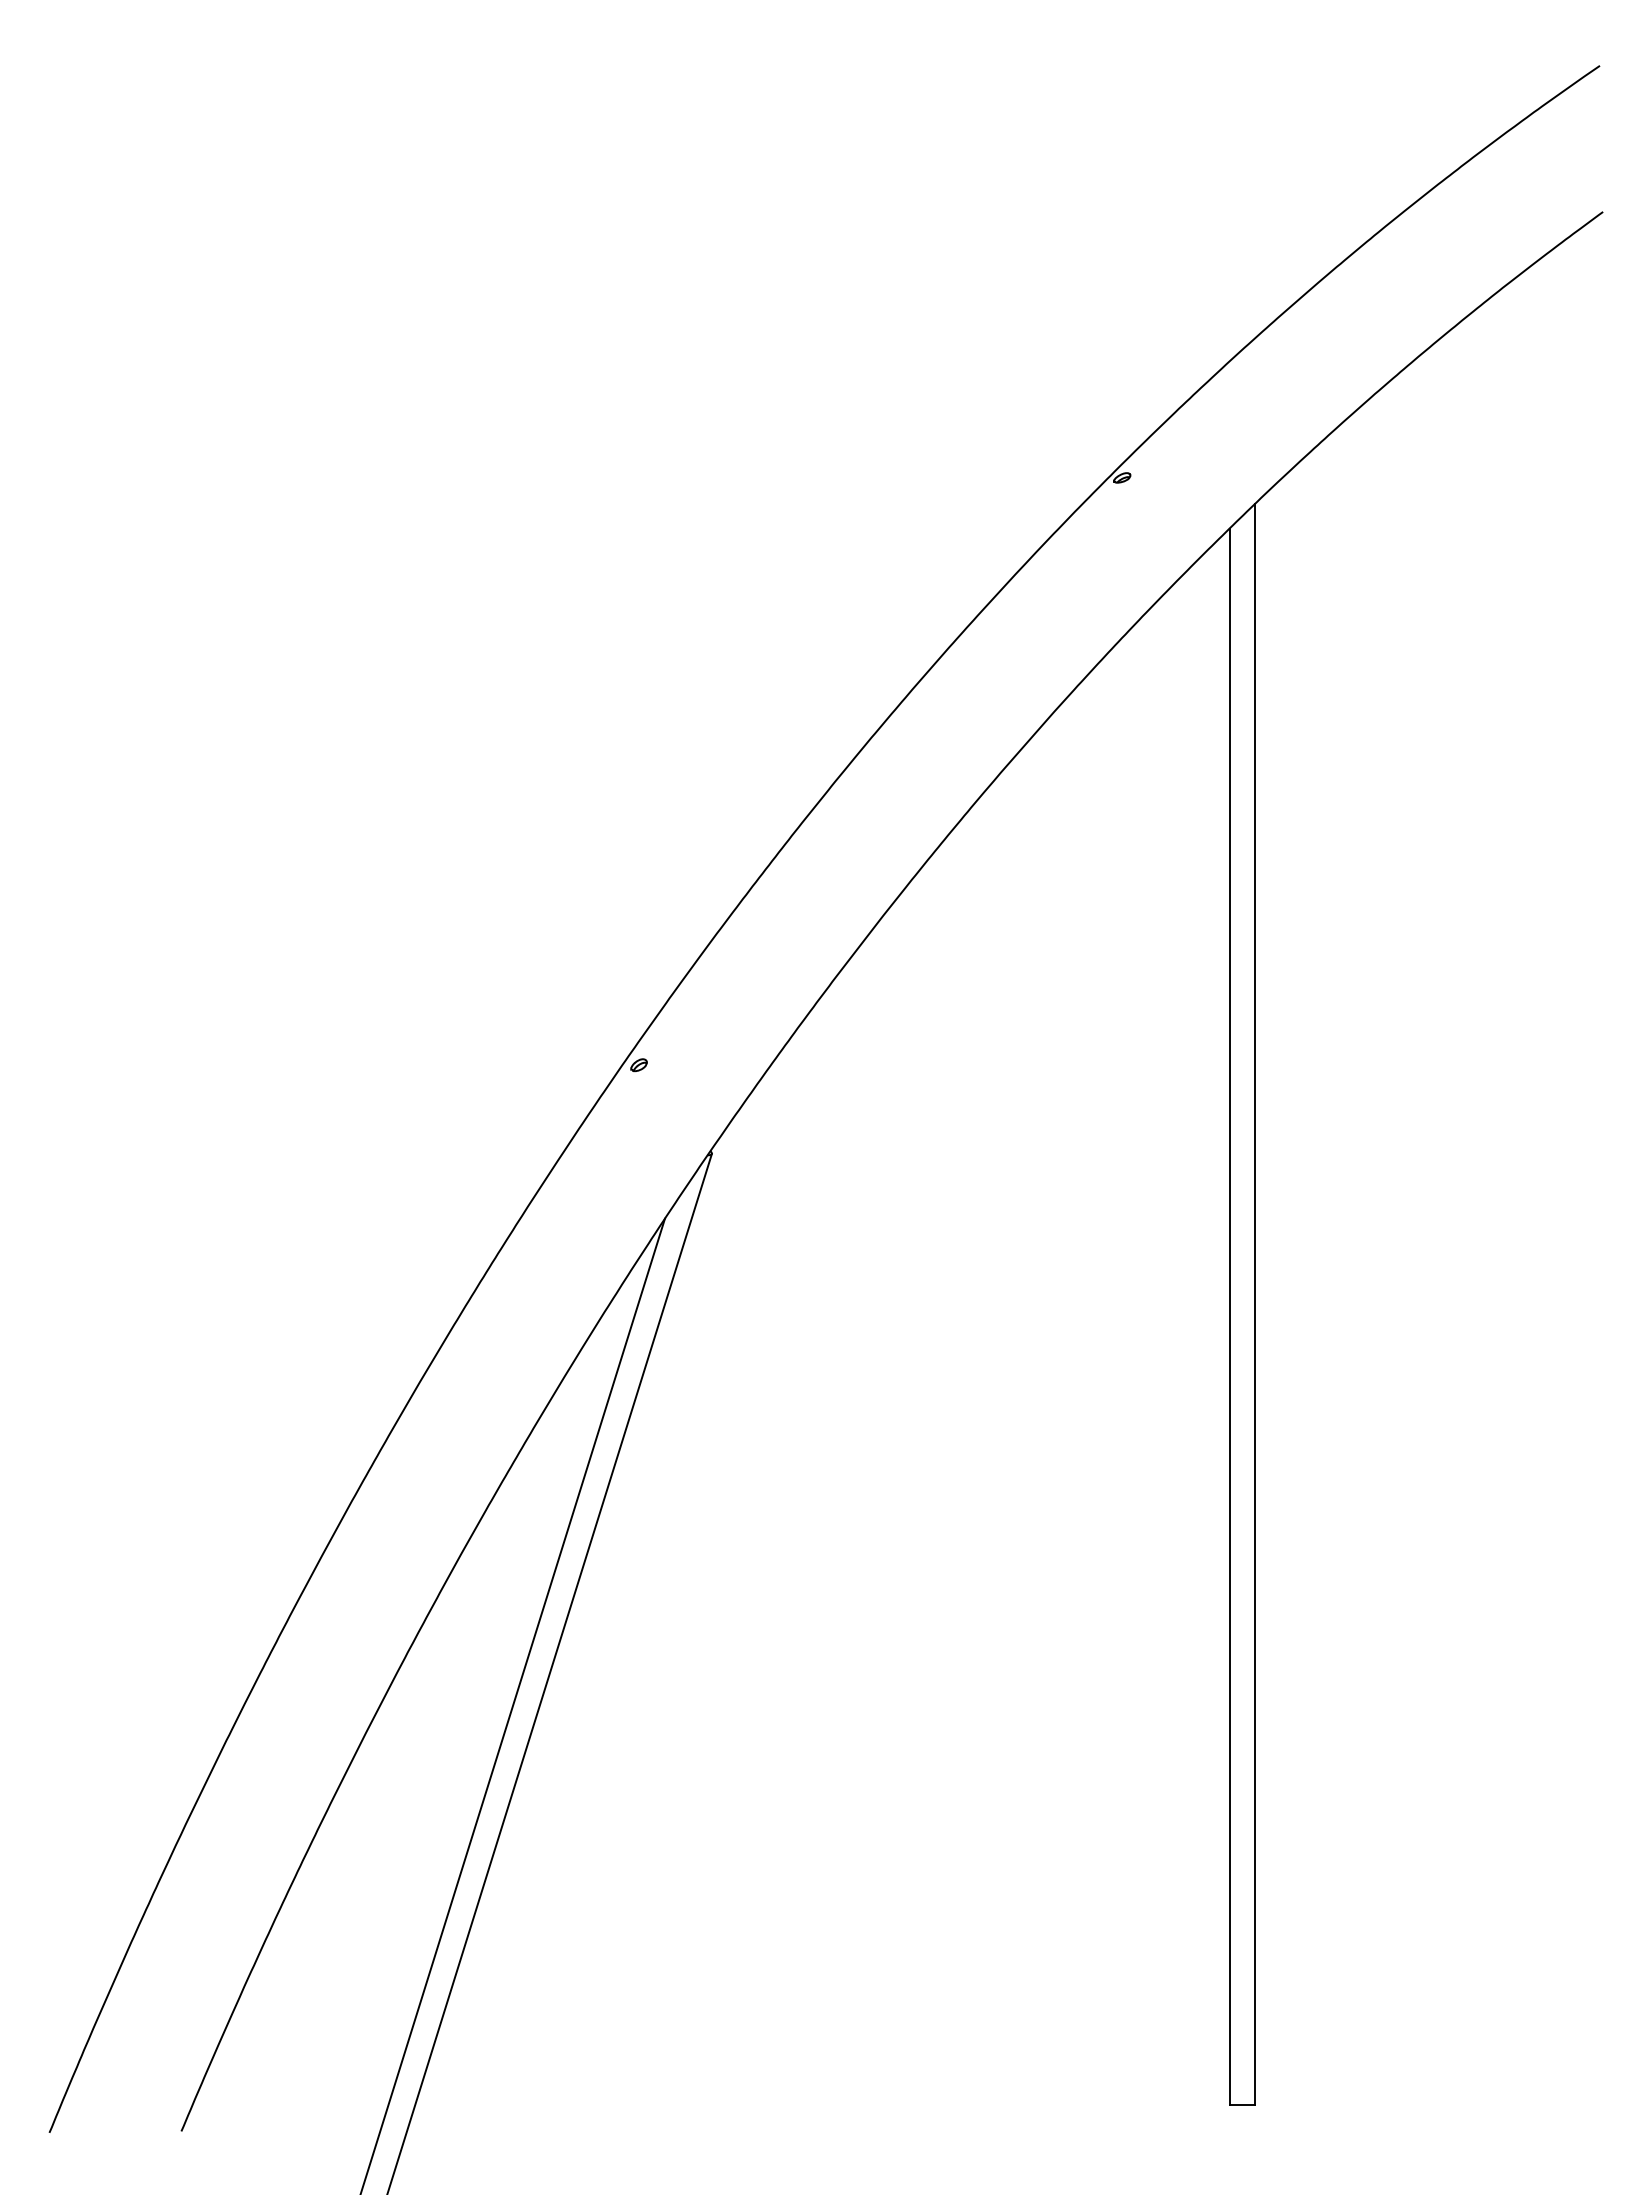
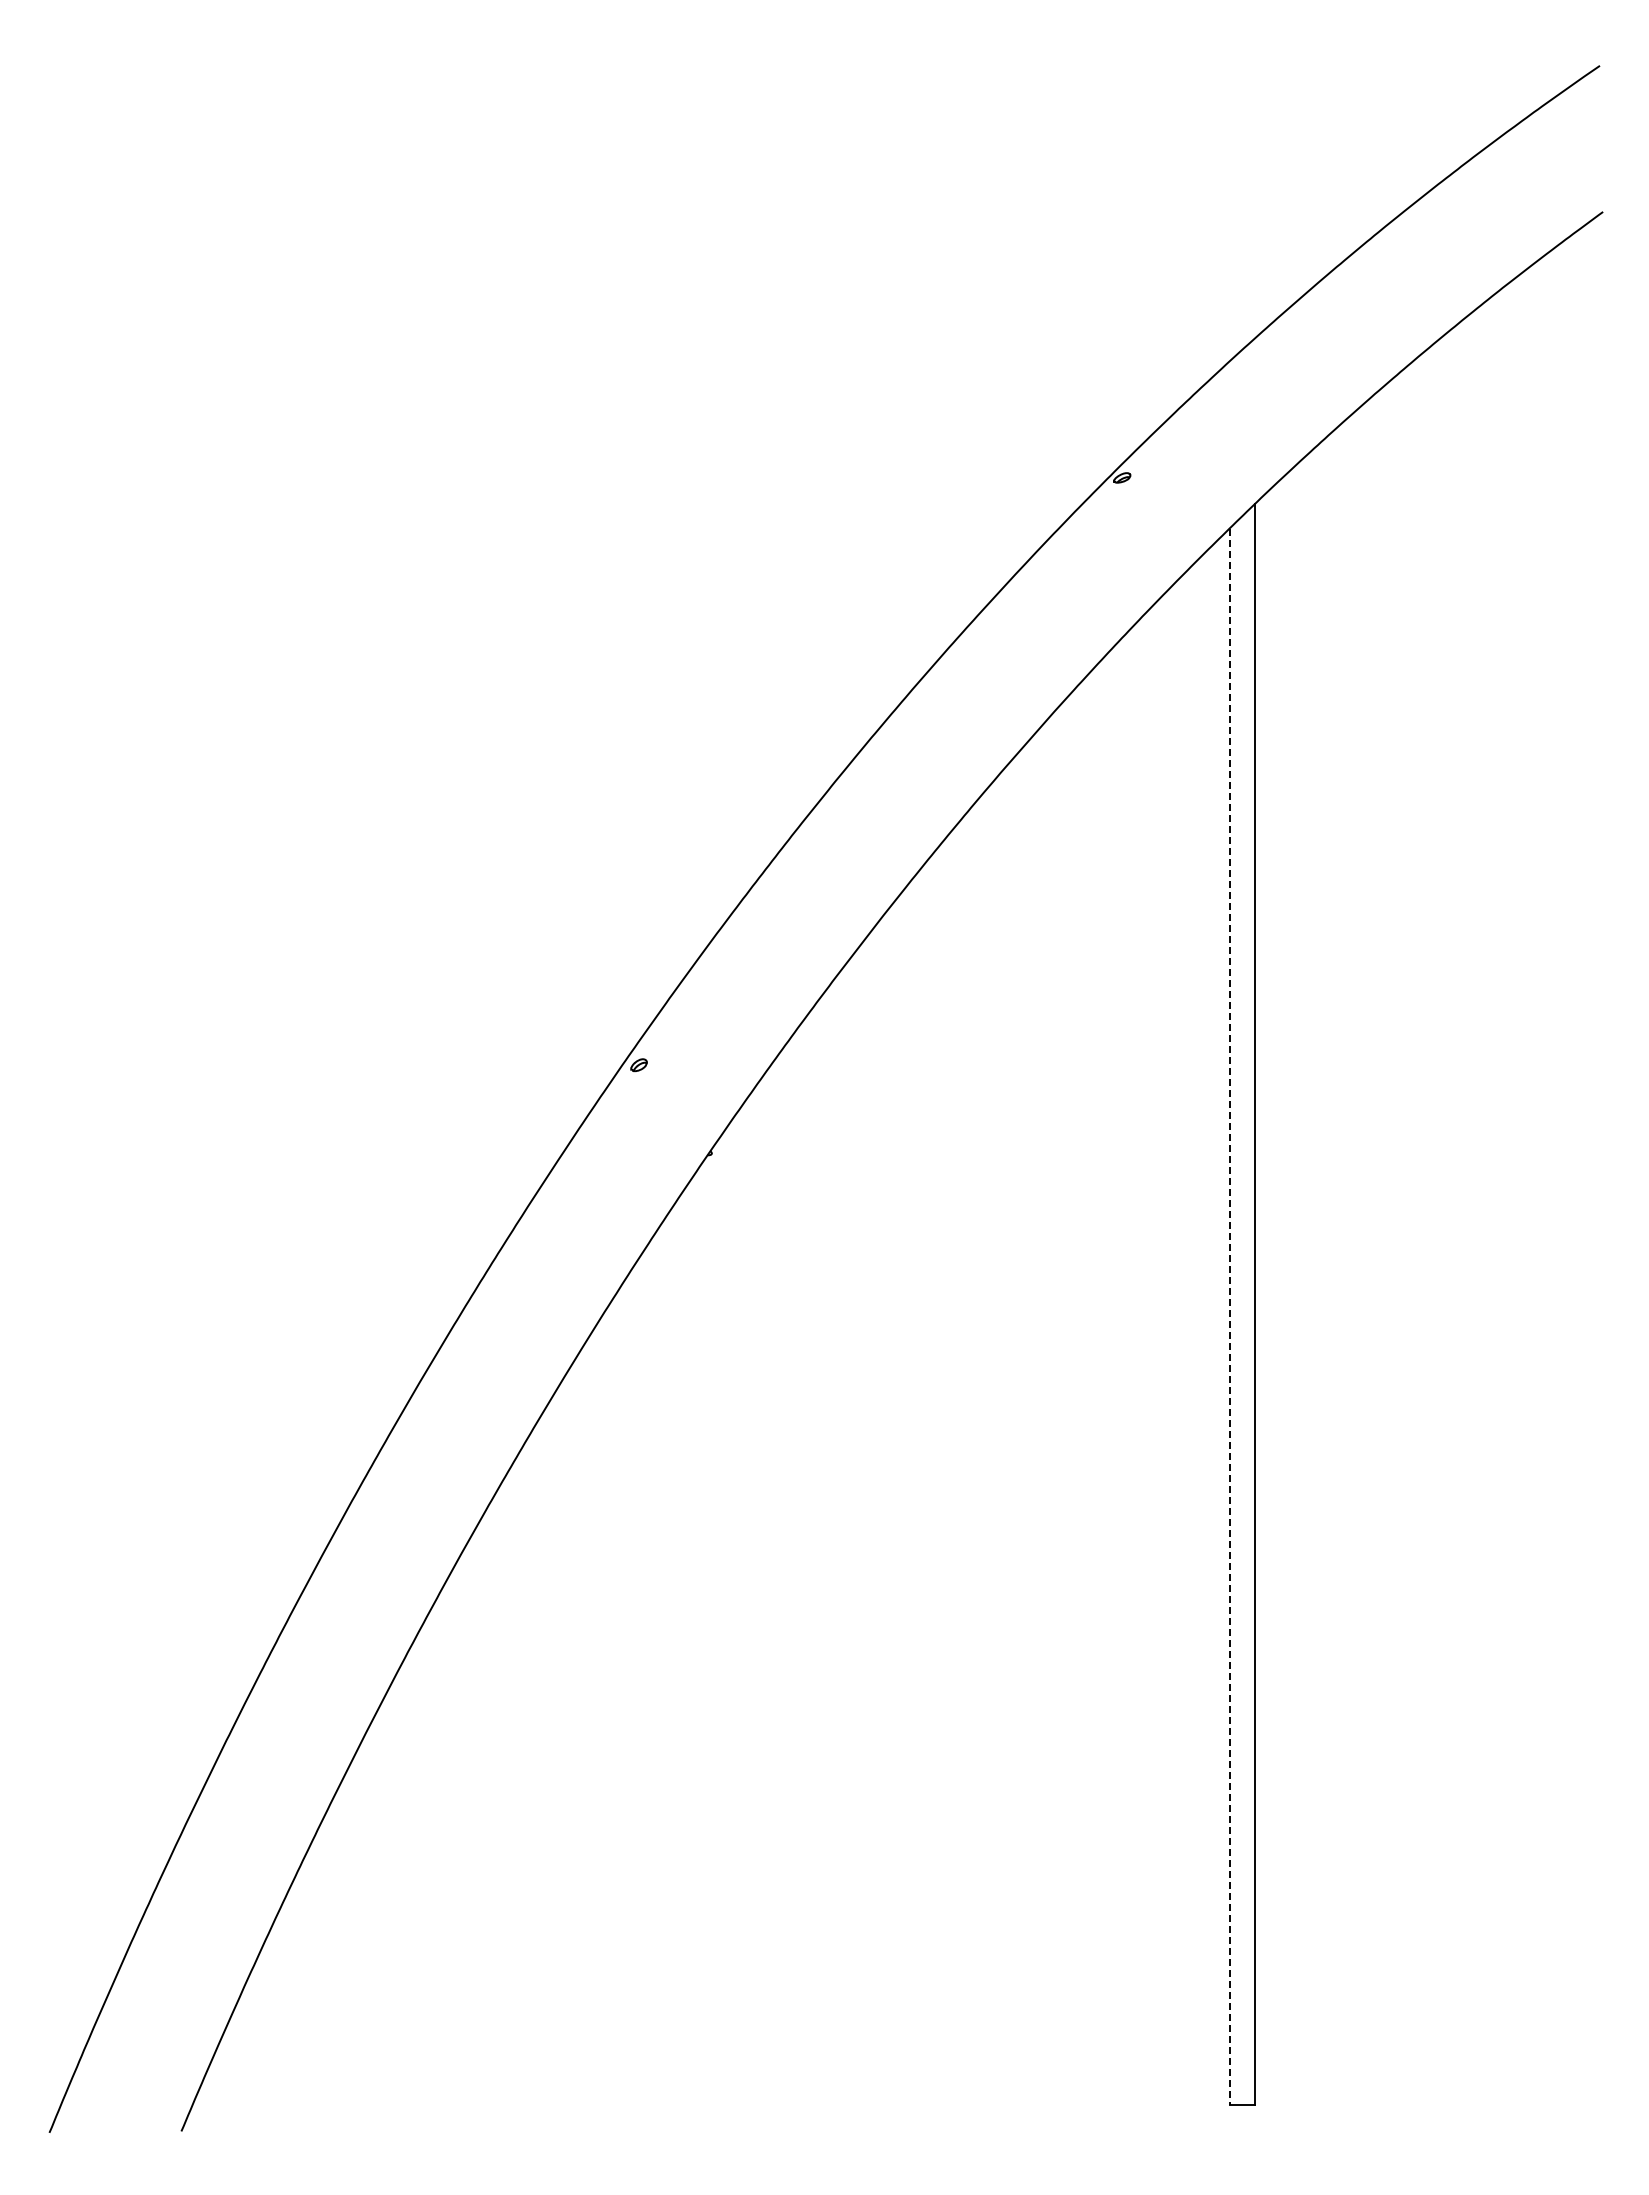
line at (1229, 1317): solid -> dashed
line at (549, 1672): present -> none
line at (512, 1704): present -> none
